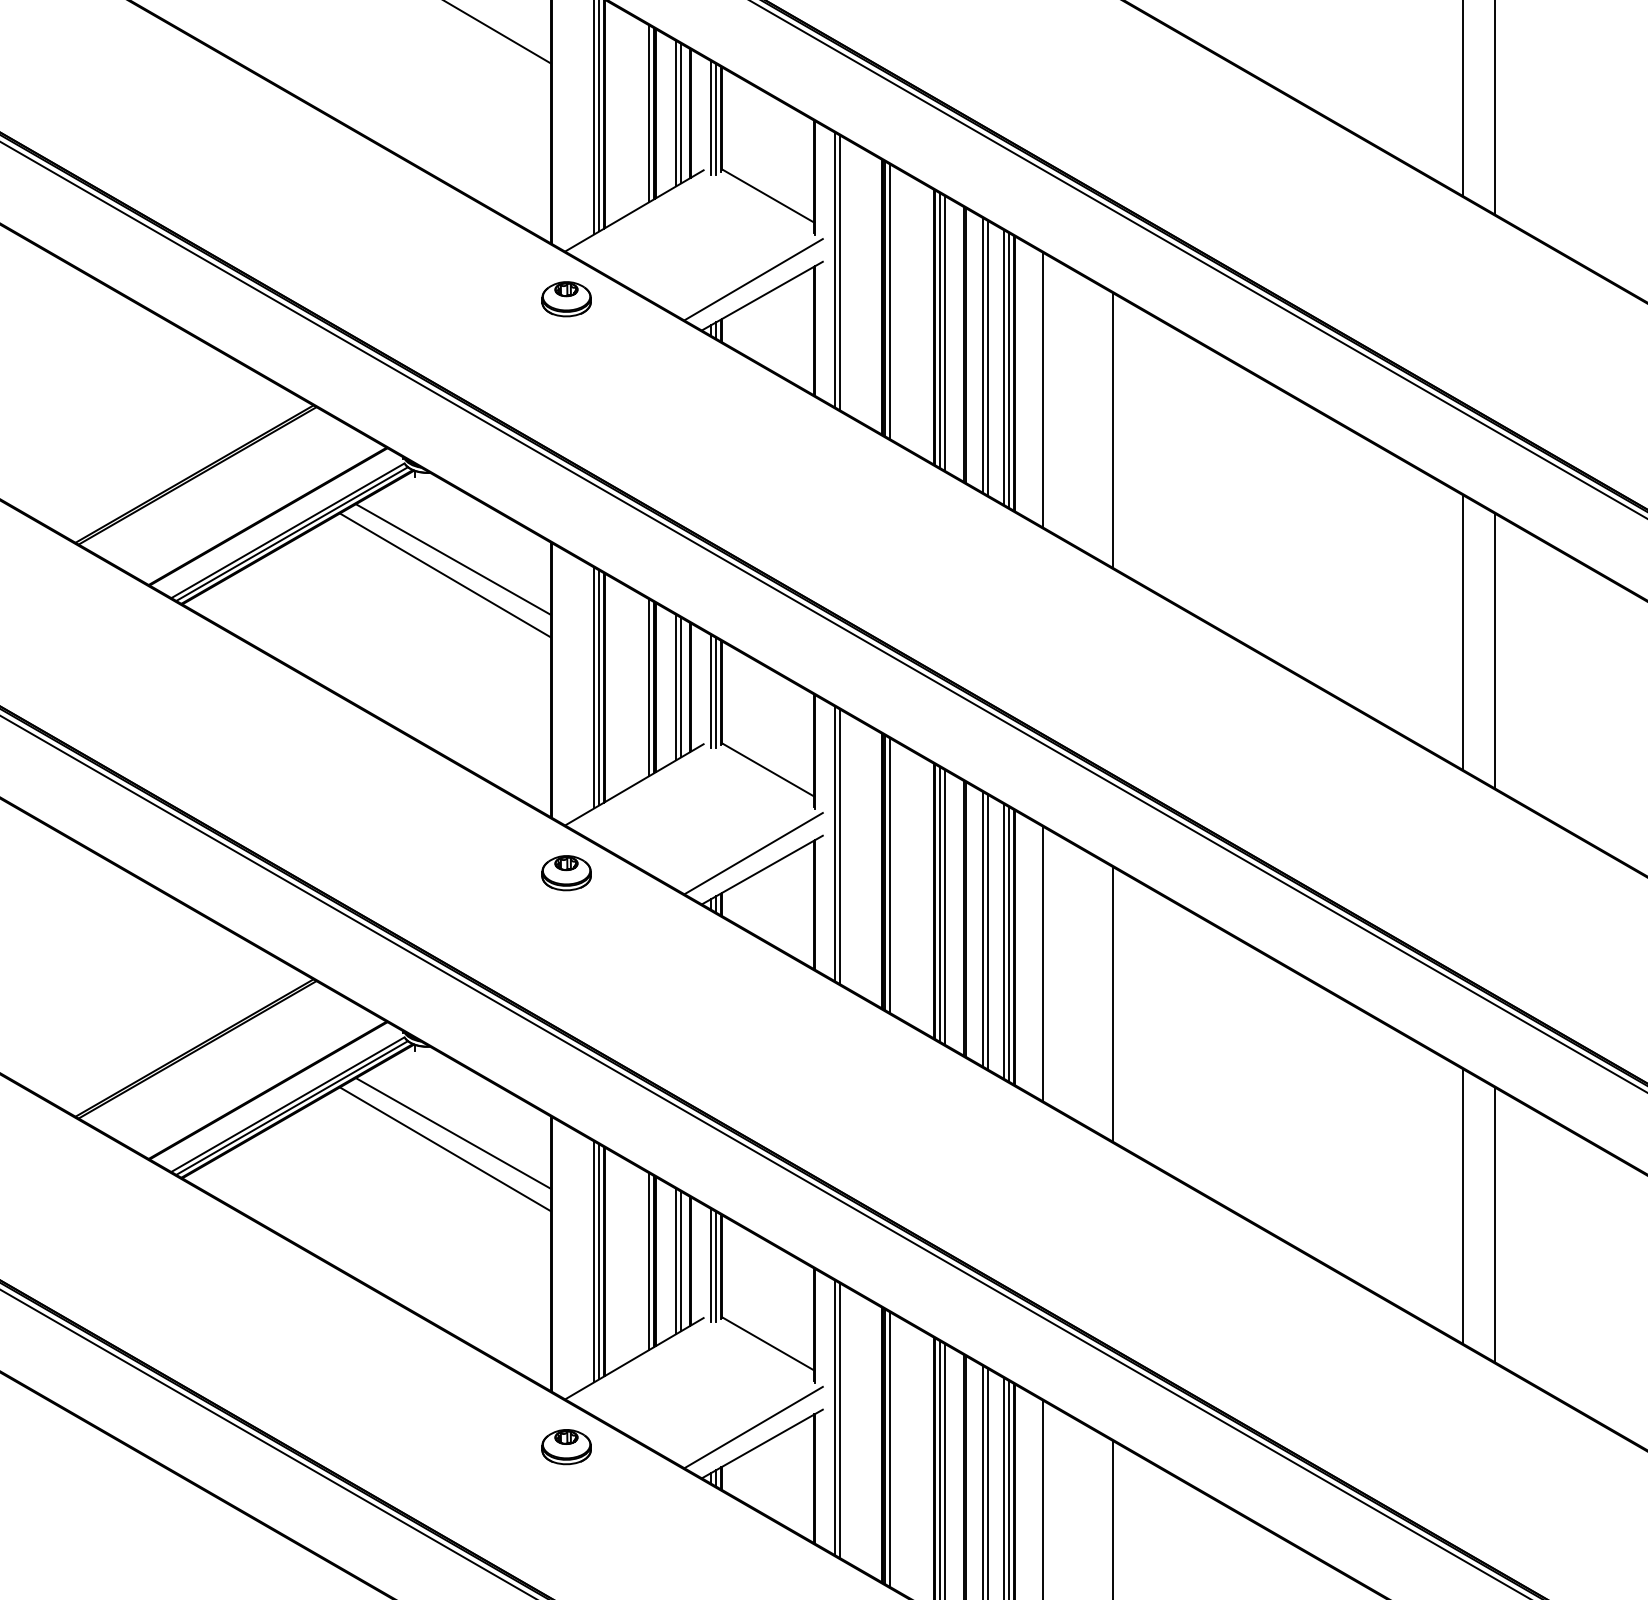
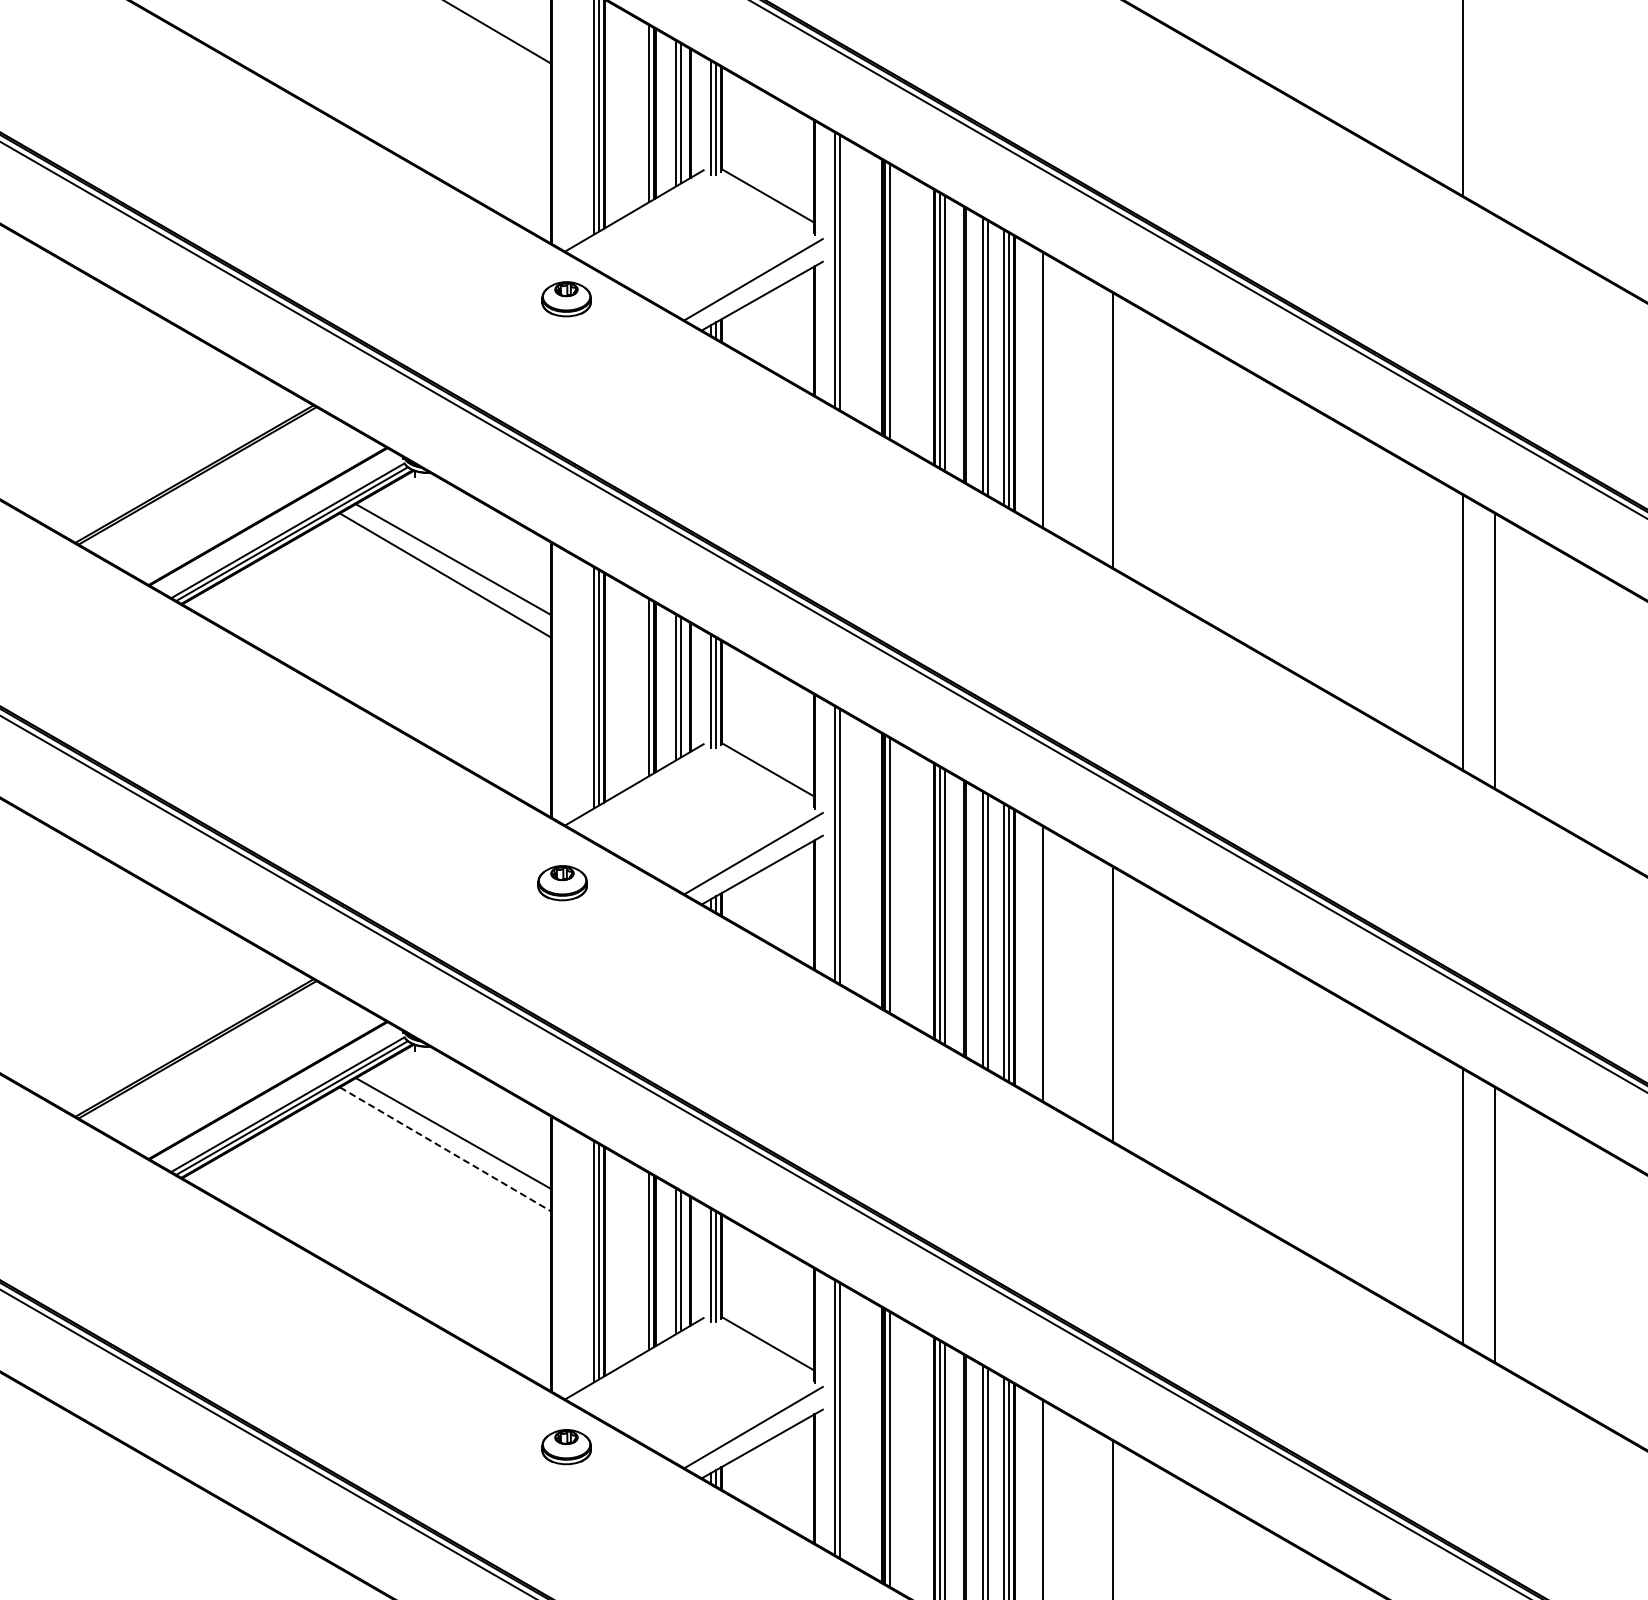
line at (1494, 108): present -> none
part at (566, 873) position: (566, 873) -> (562, 883)
line at (445, 1149): solid -> dashed
